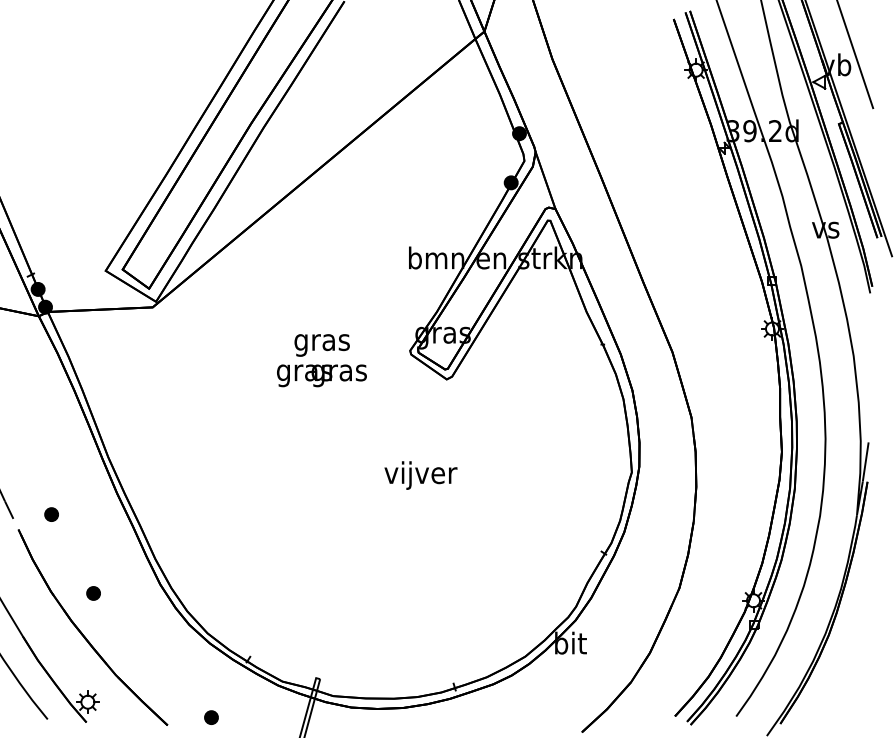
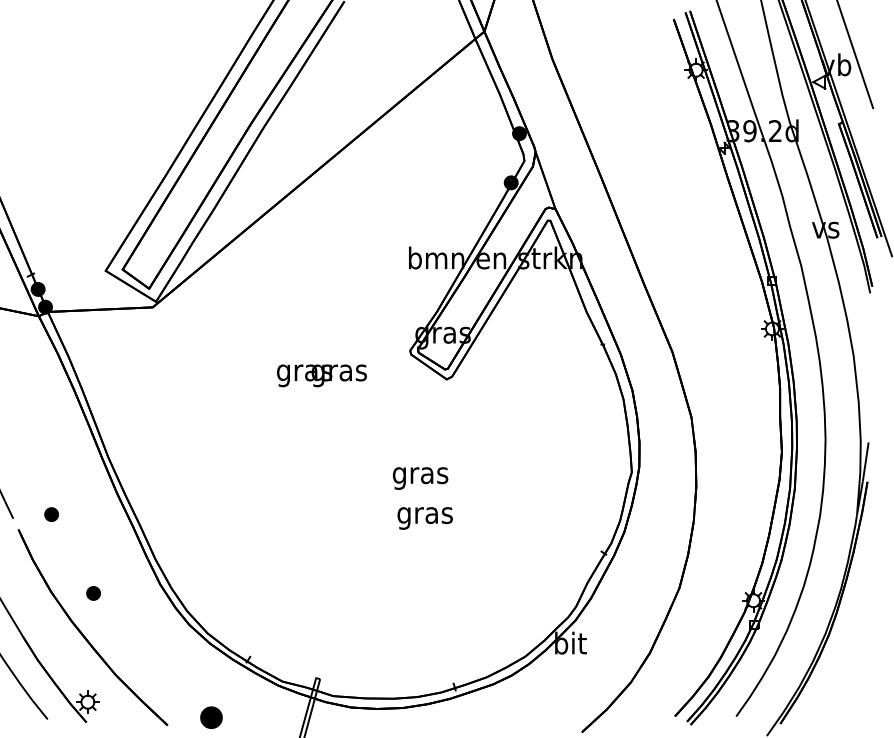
text at (321, 345) position: (321, 345) -> (424, 518)
text at (420, 475): vijver -> gras
part at (211, 717) size: 15x15 px -> 23x23 px
